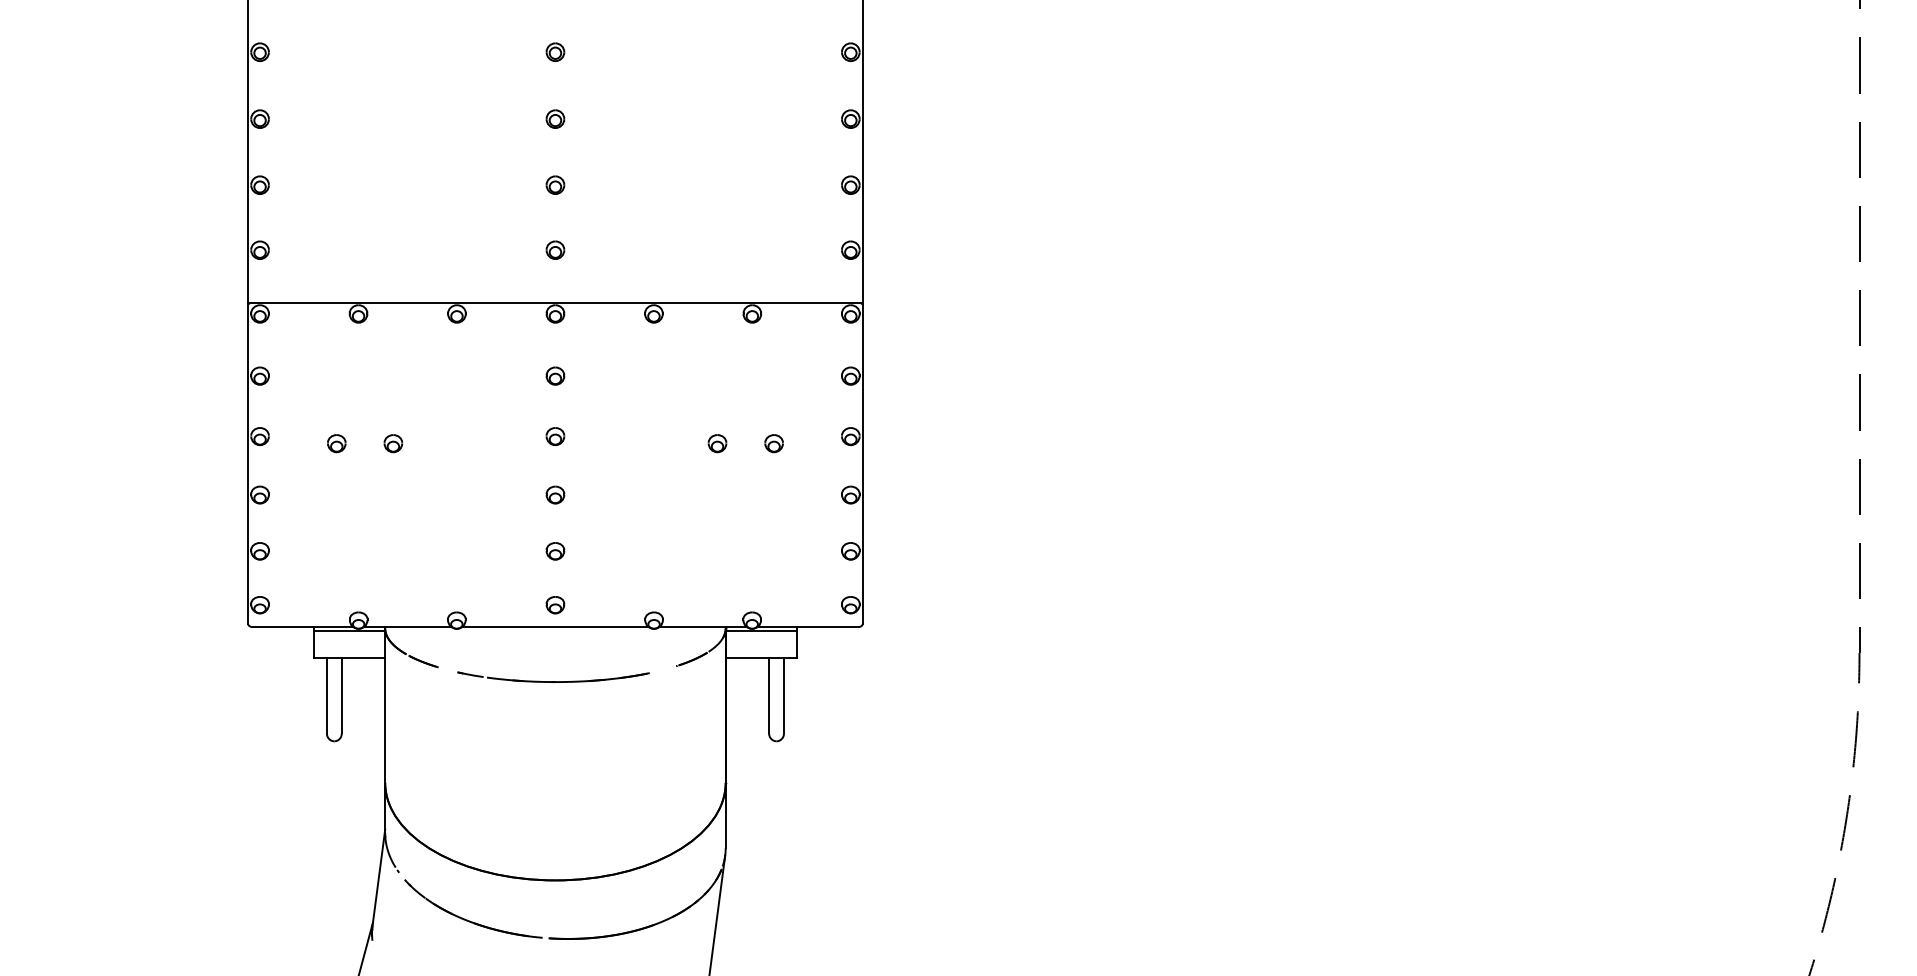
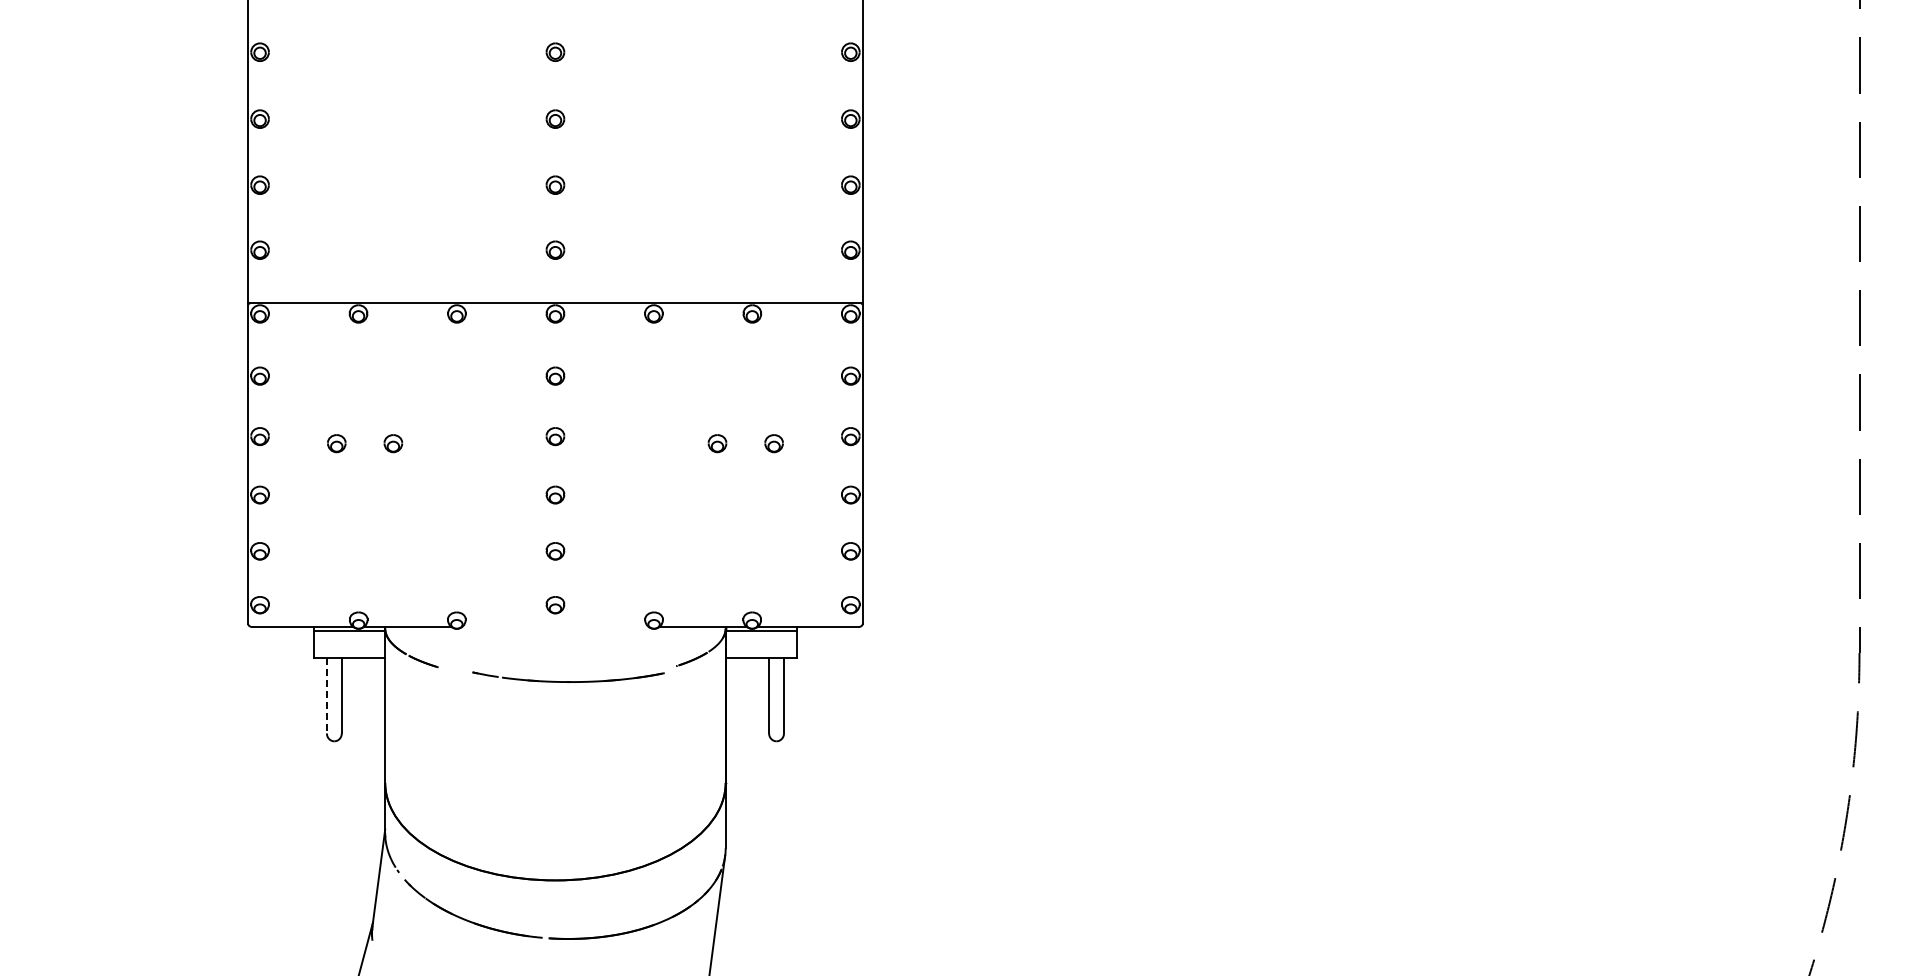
line at (555, 627): present -> none
part at (553, 676) position: (553, 676) -> (568, 676)
line at (326, 695): solid -> dashed
